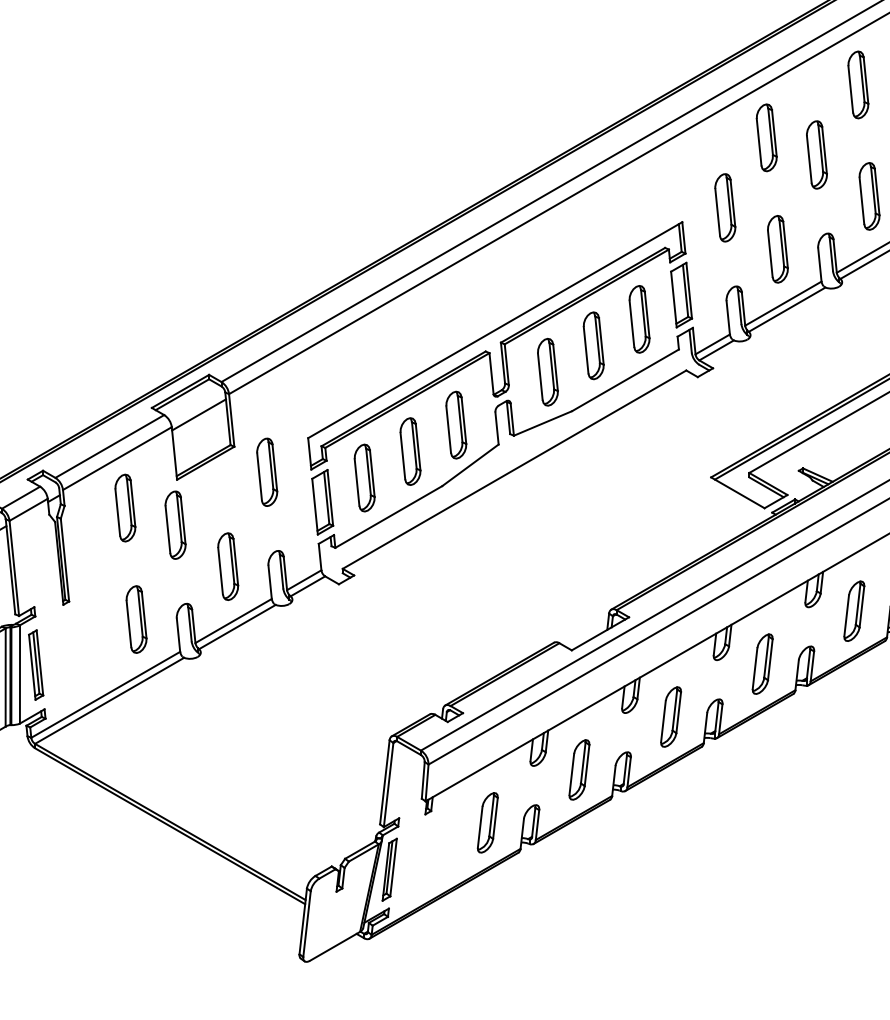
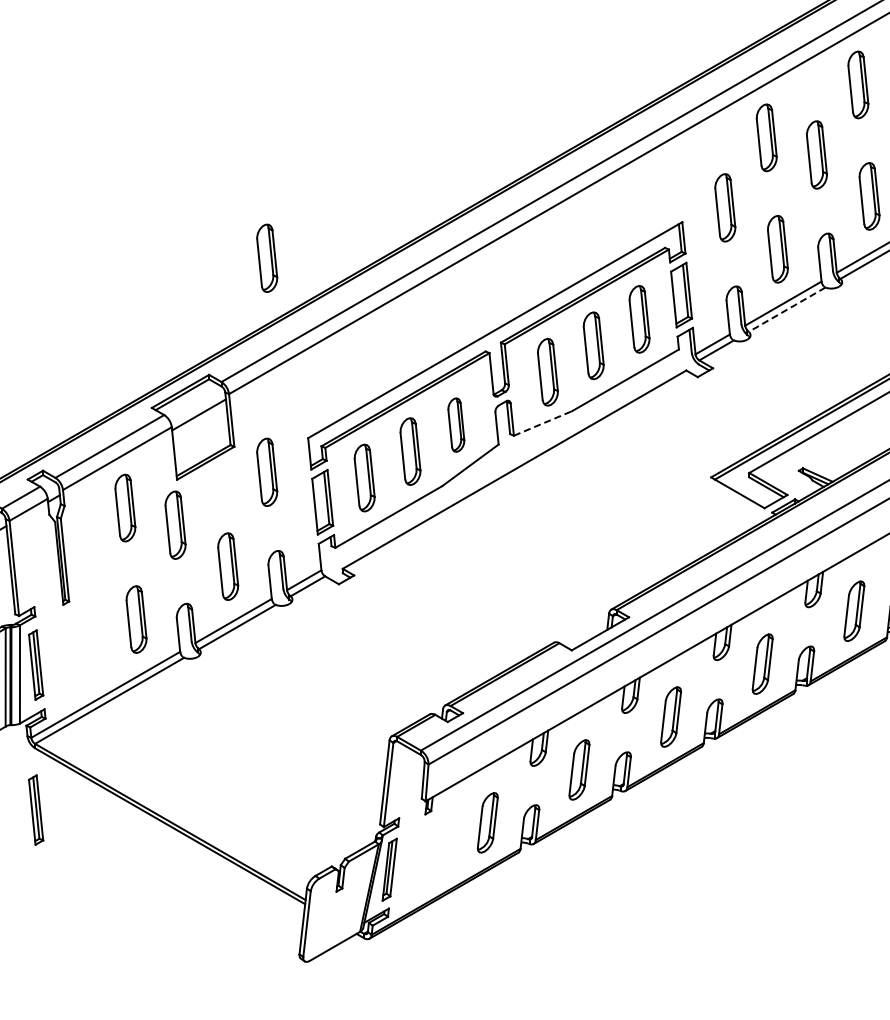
part at (267, 257): none -> present
line at (786, 309): solid -> dashed
line at (542, 423): solid -> dashed
part at (456, 424) size: 23x70 px -> 19x56 px
part at (36, 809): none -> present
